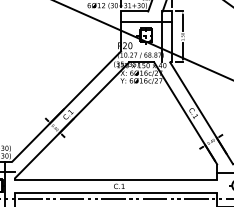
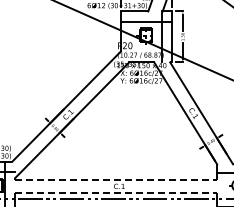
line at (116, 179): solid -> dashed
line at (116, 193): solid -> dashed
